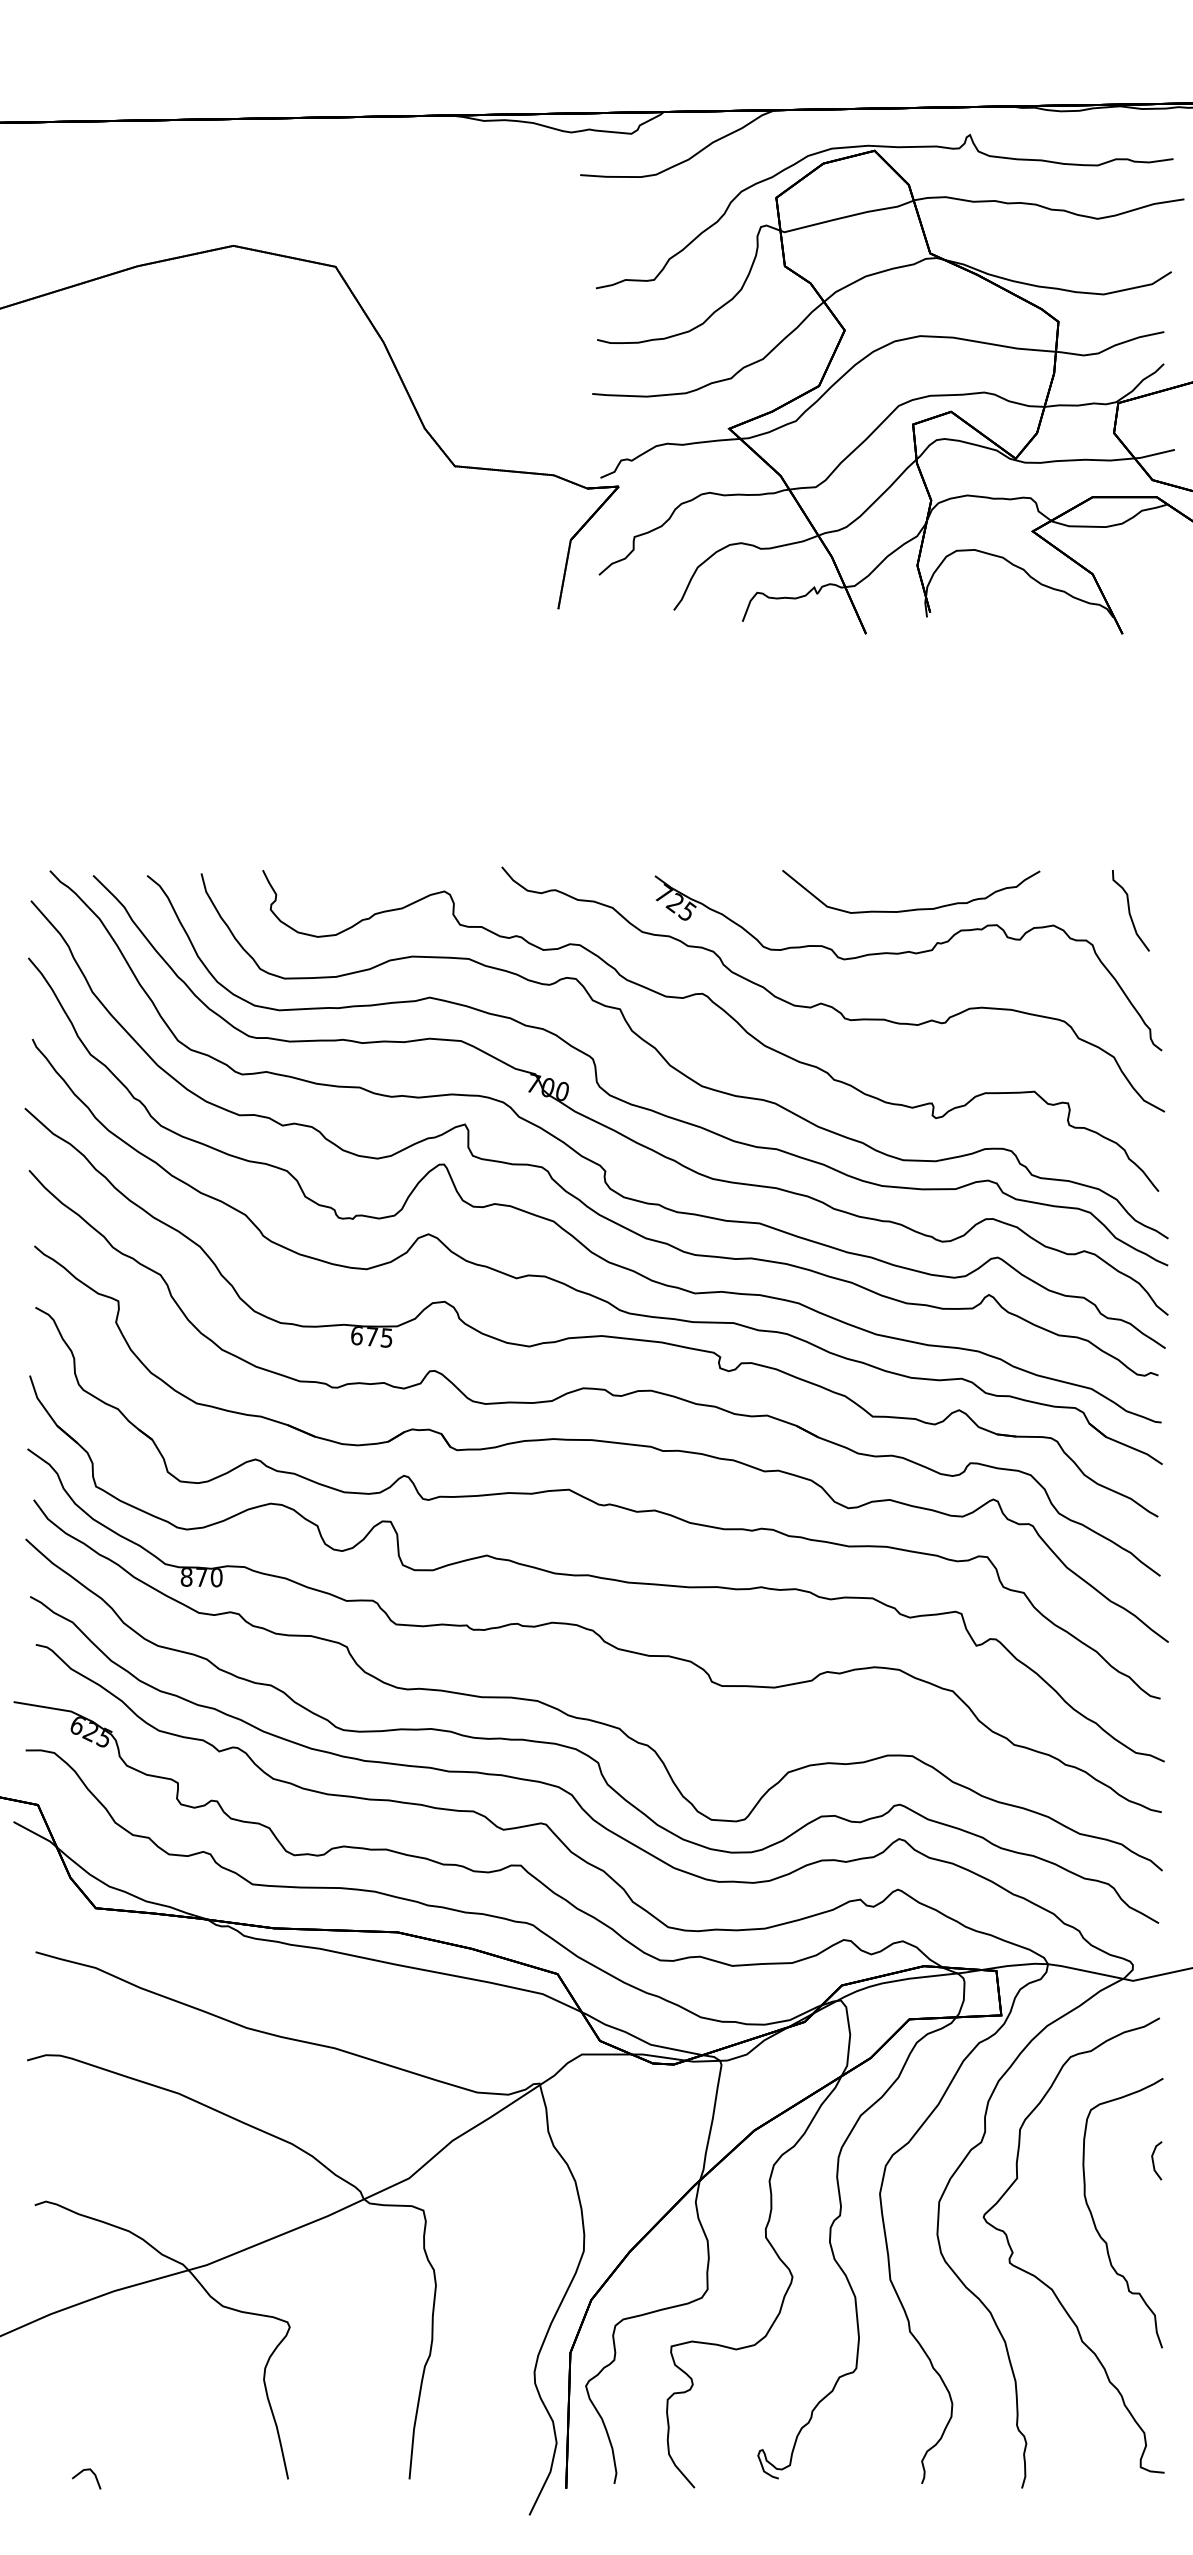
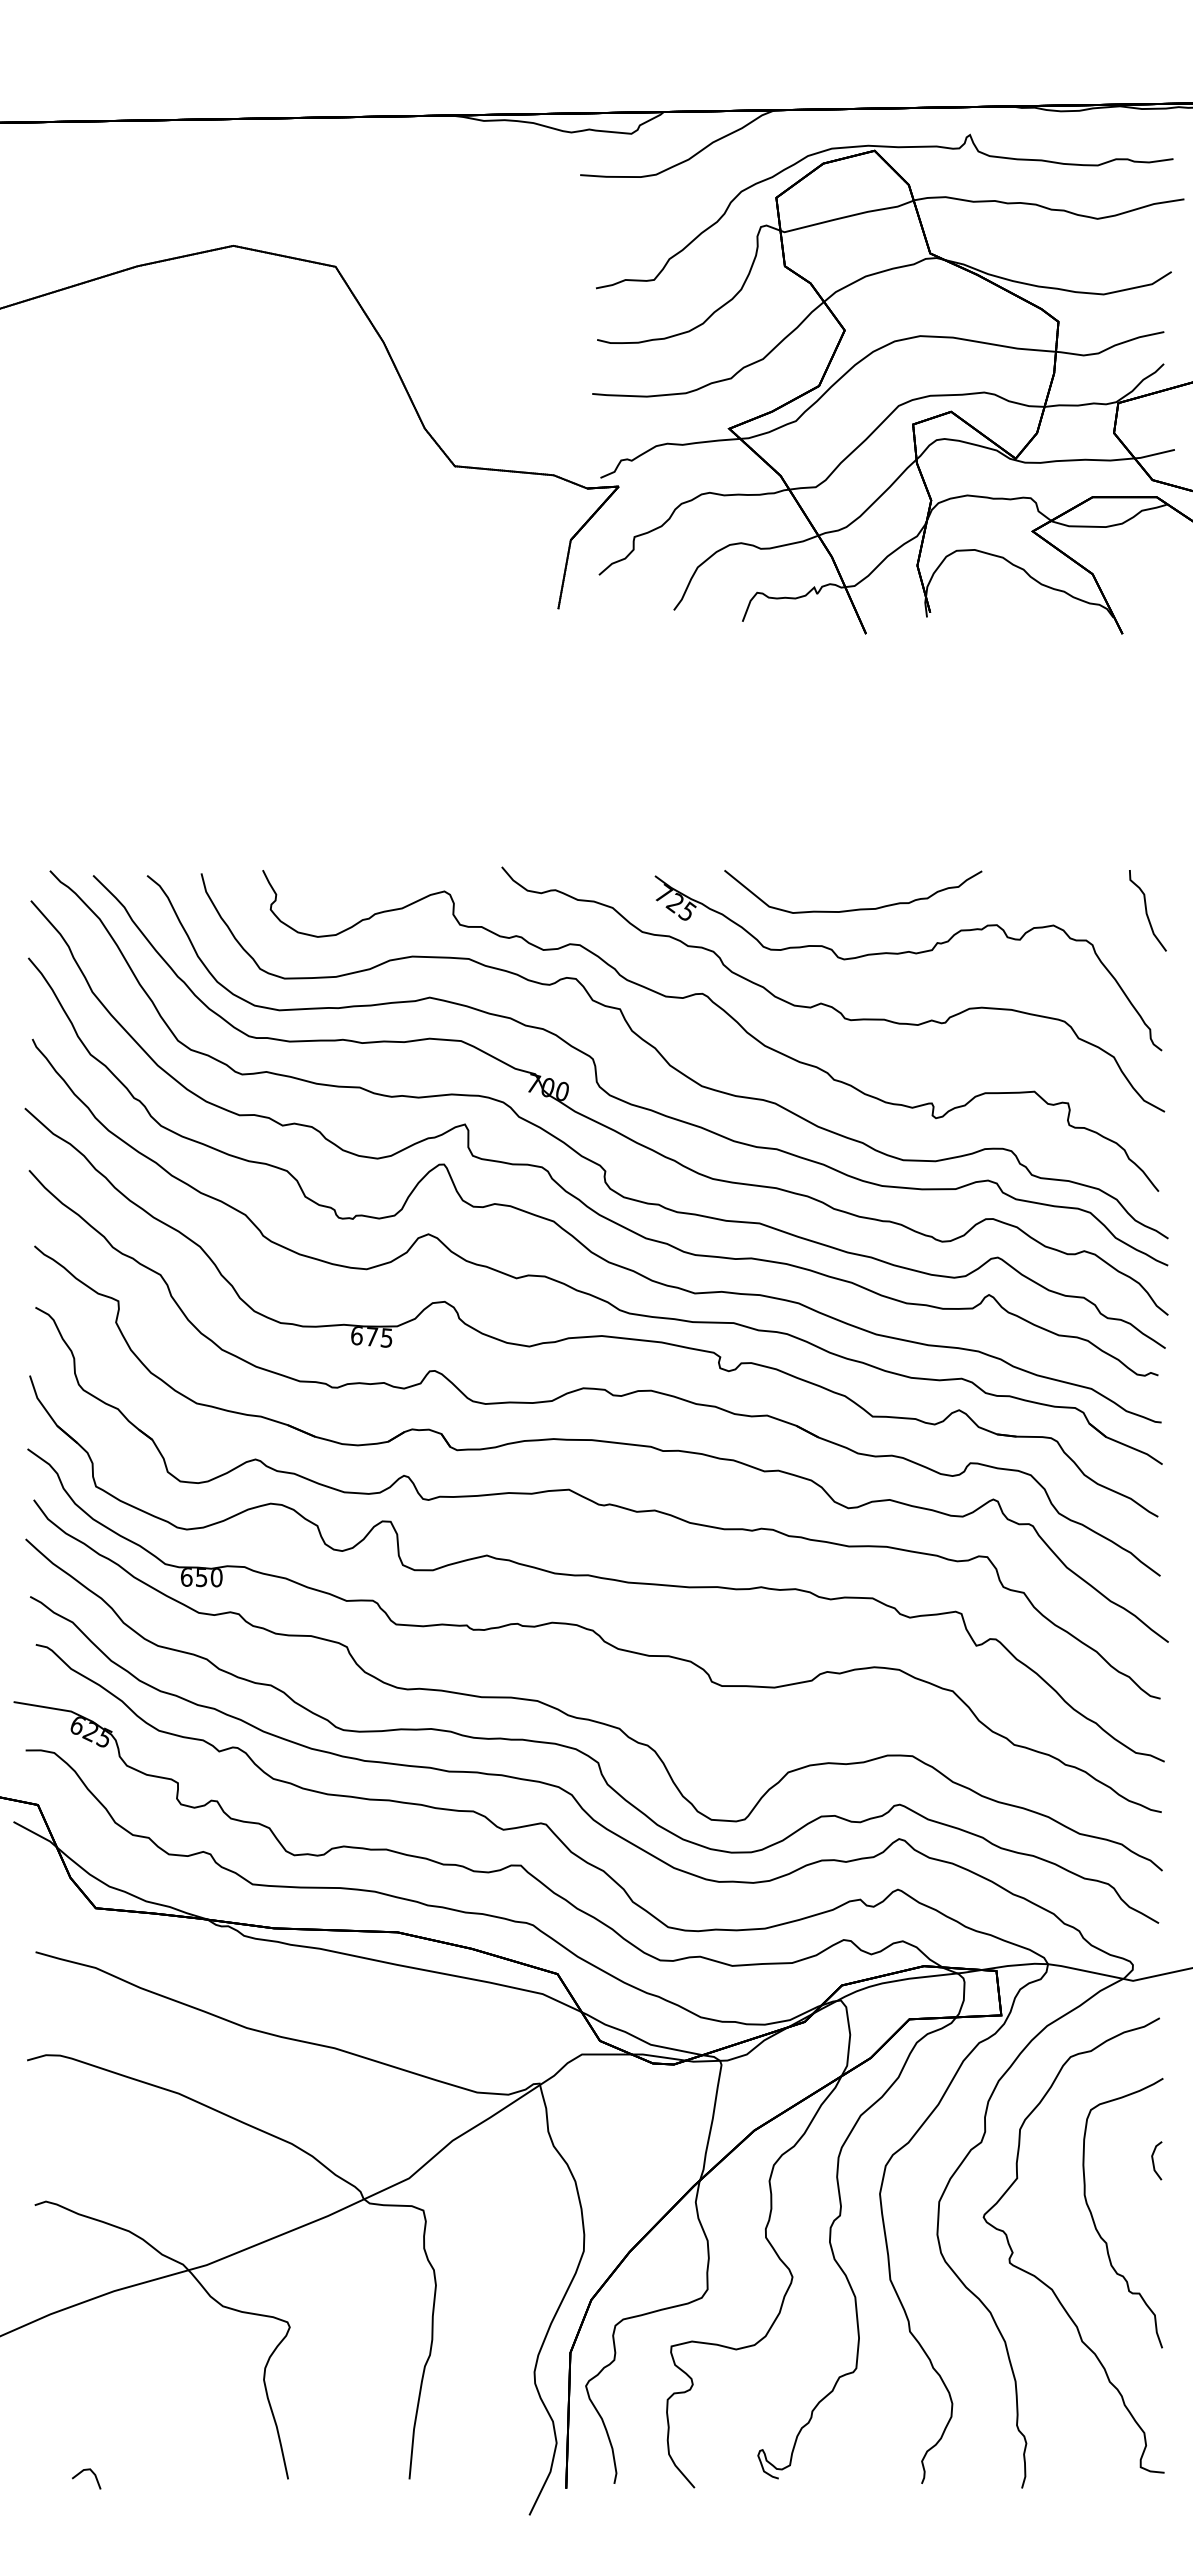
curve at (915, 908) position: (915, 908) -> (857, 908)
curve at (1130, 910) position: (1130, 910) -> (1147, 910)
text at (193, 1577): 870 -> 650
